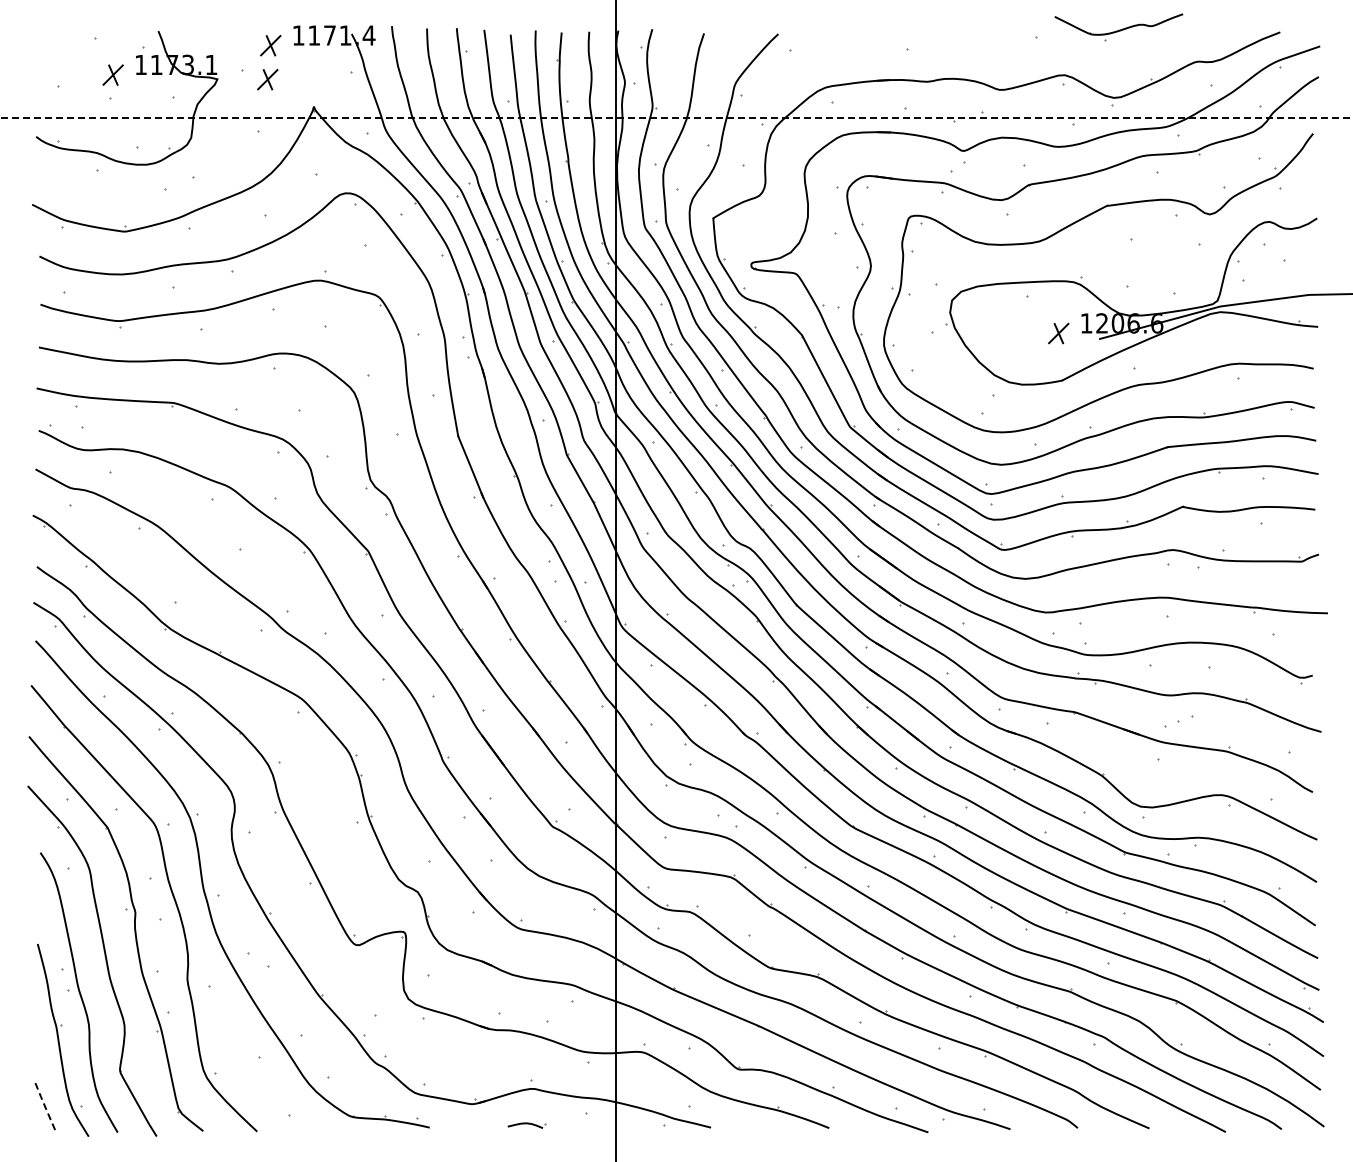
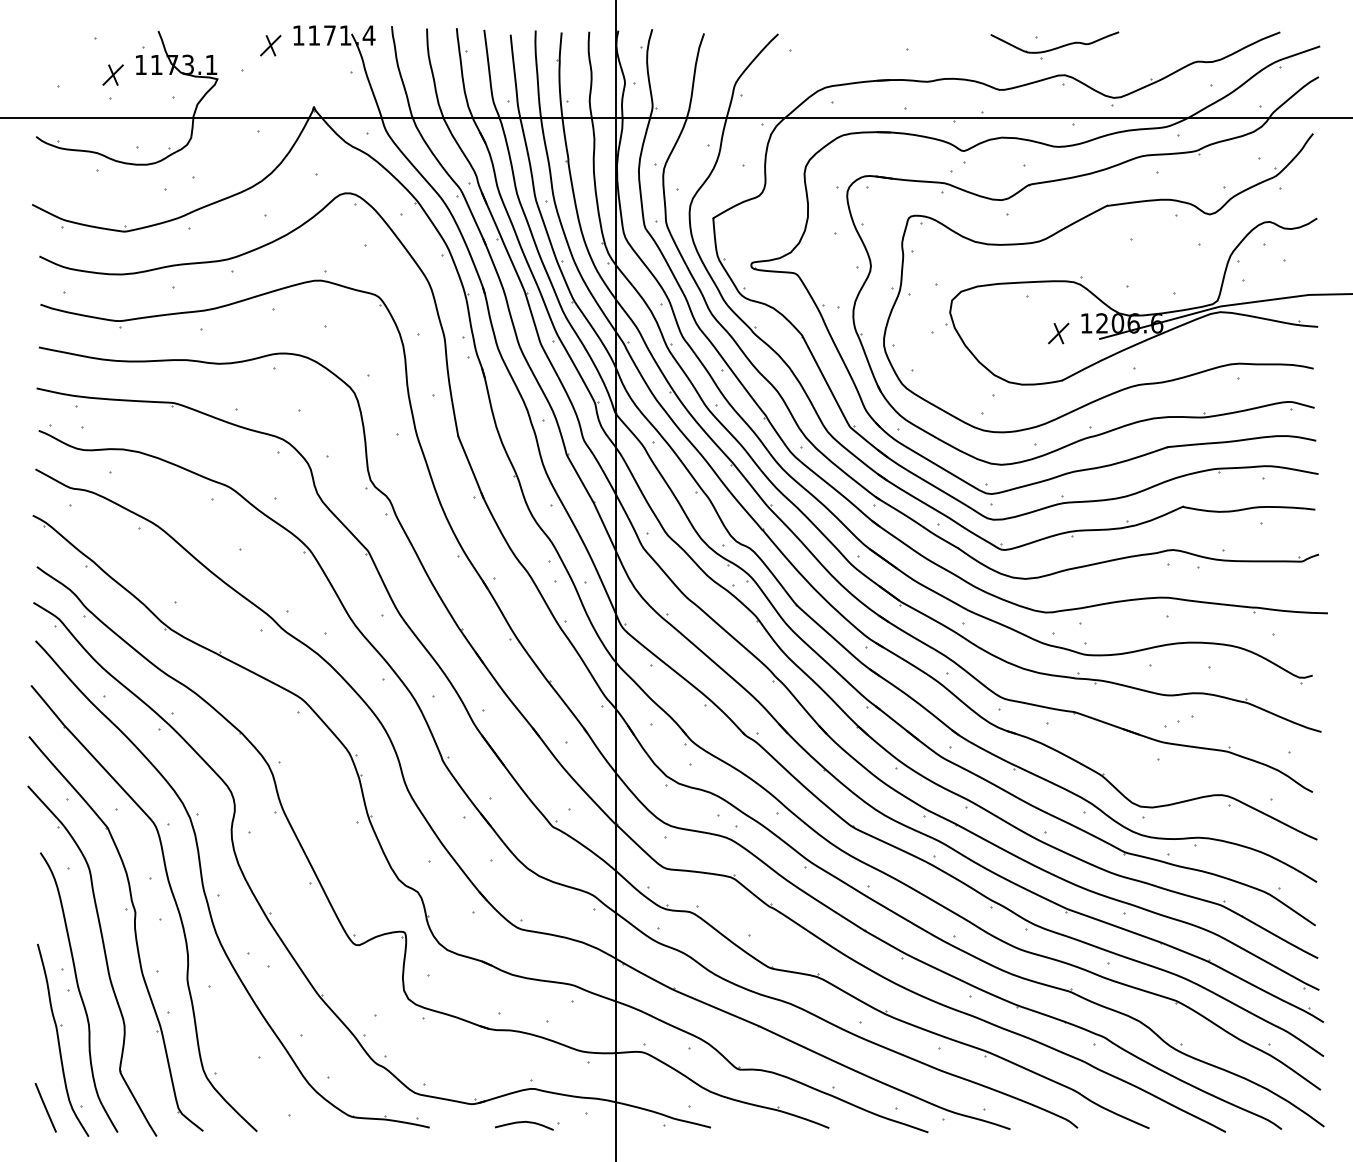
part at (1118, 27) position: (1118, 27) -> (1054, 45)
part at (267, 79): present -> none
line at (676, 117): dashed -> solid
line at (45, 1107): dashed -> solid
part at (526, 1125) size: 40x7 px -> 66x11 px
